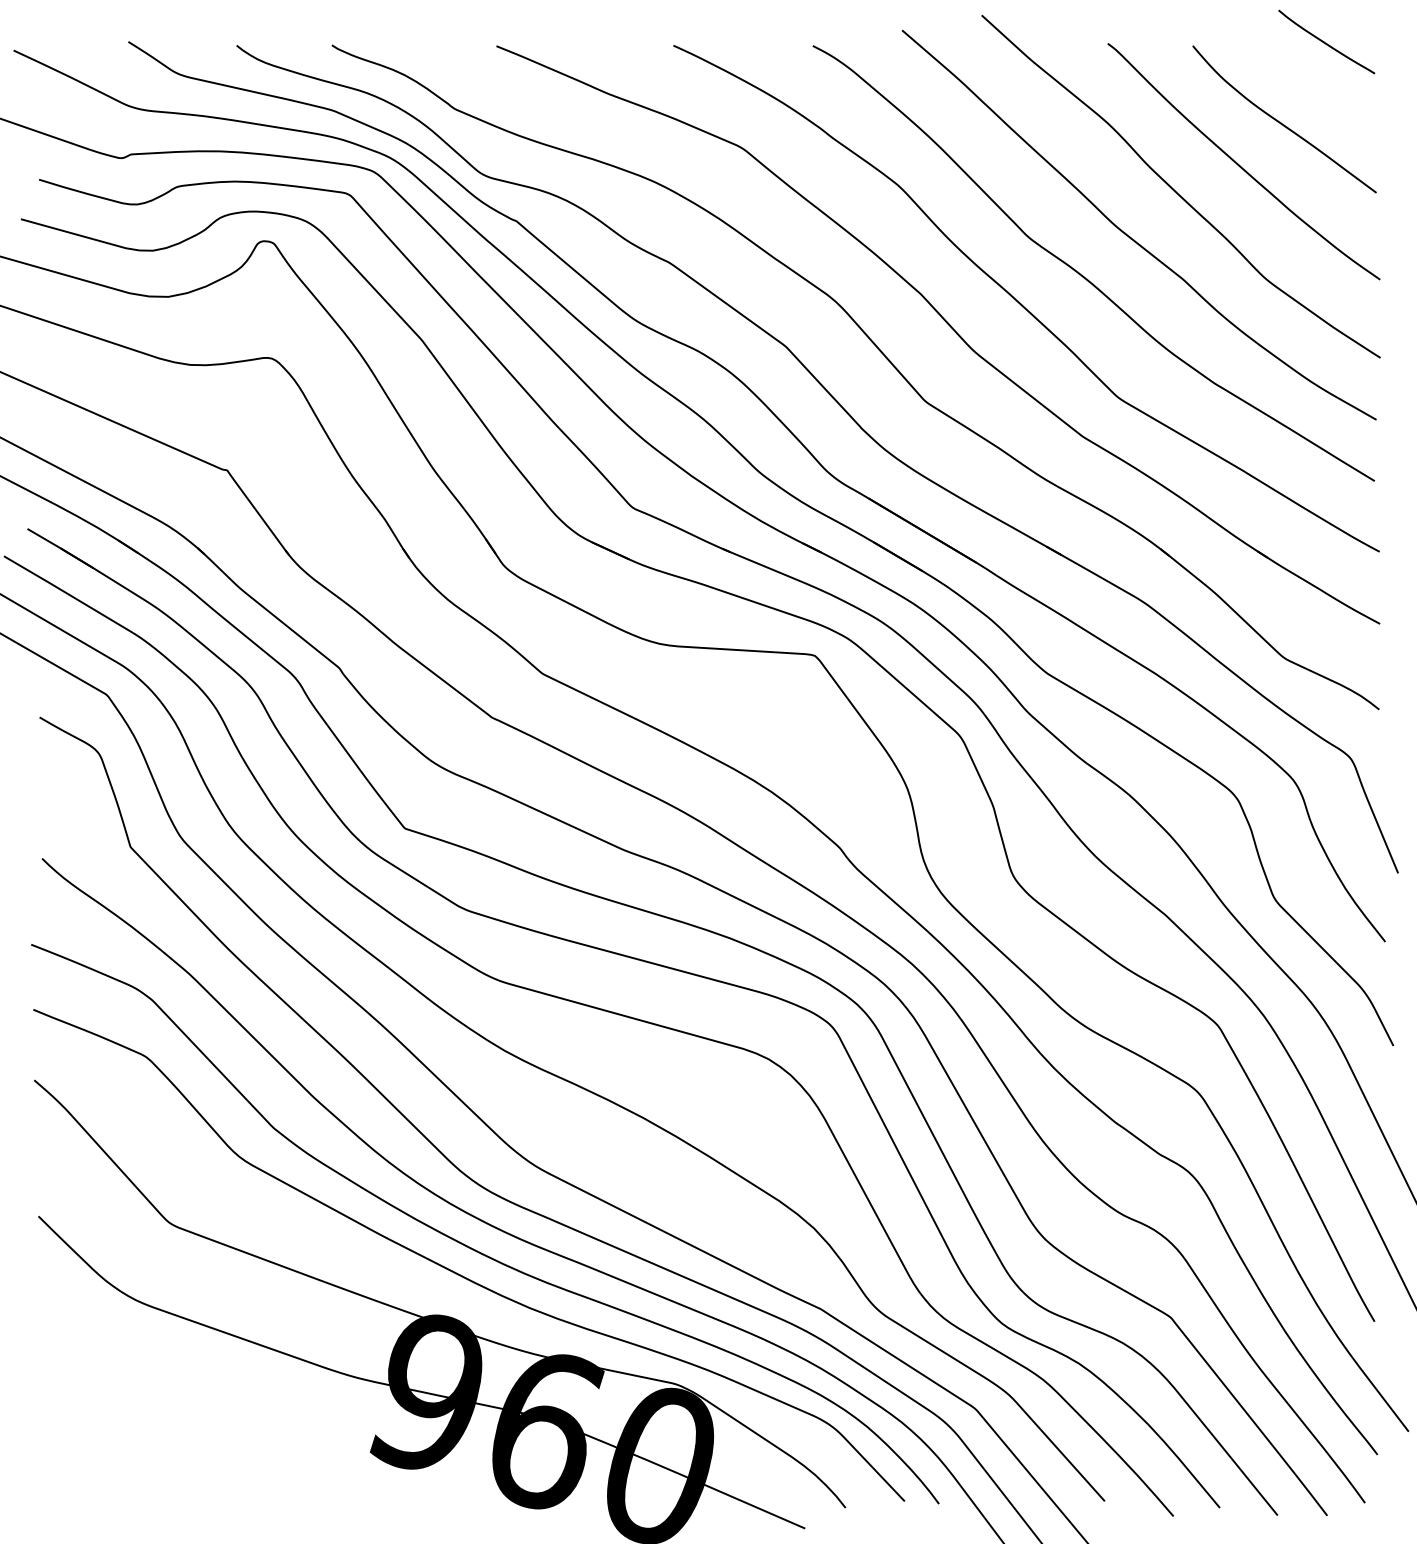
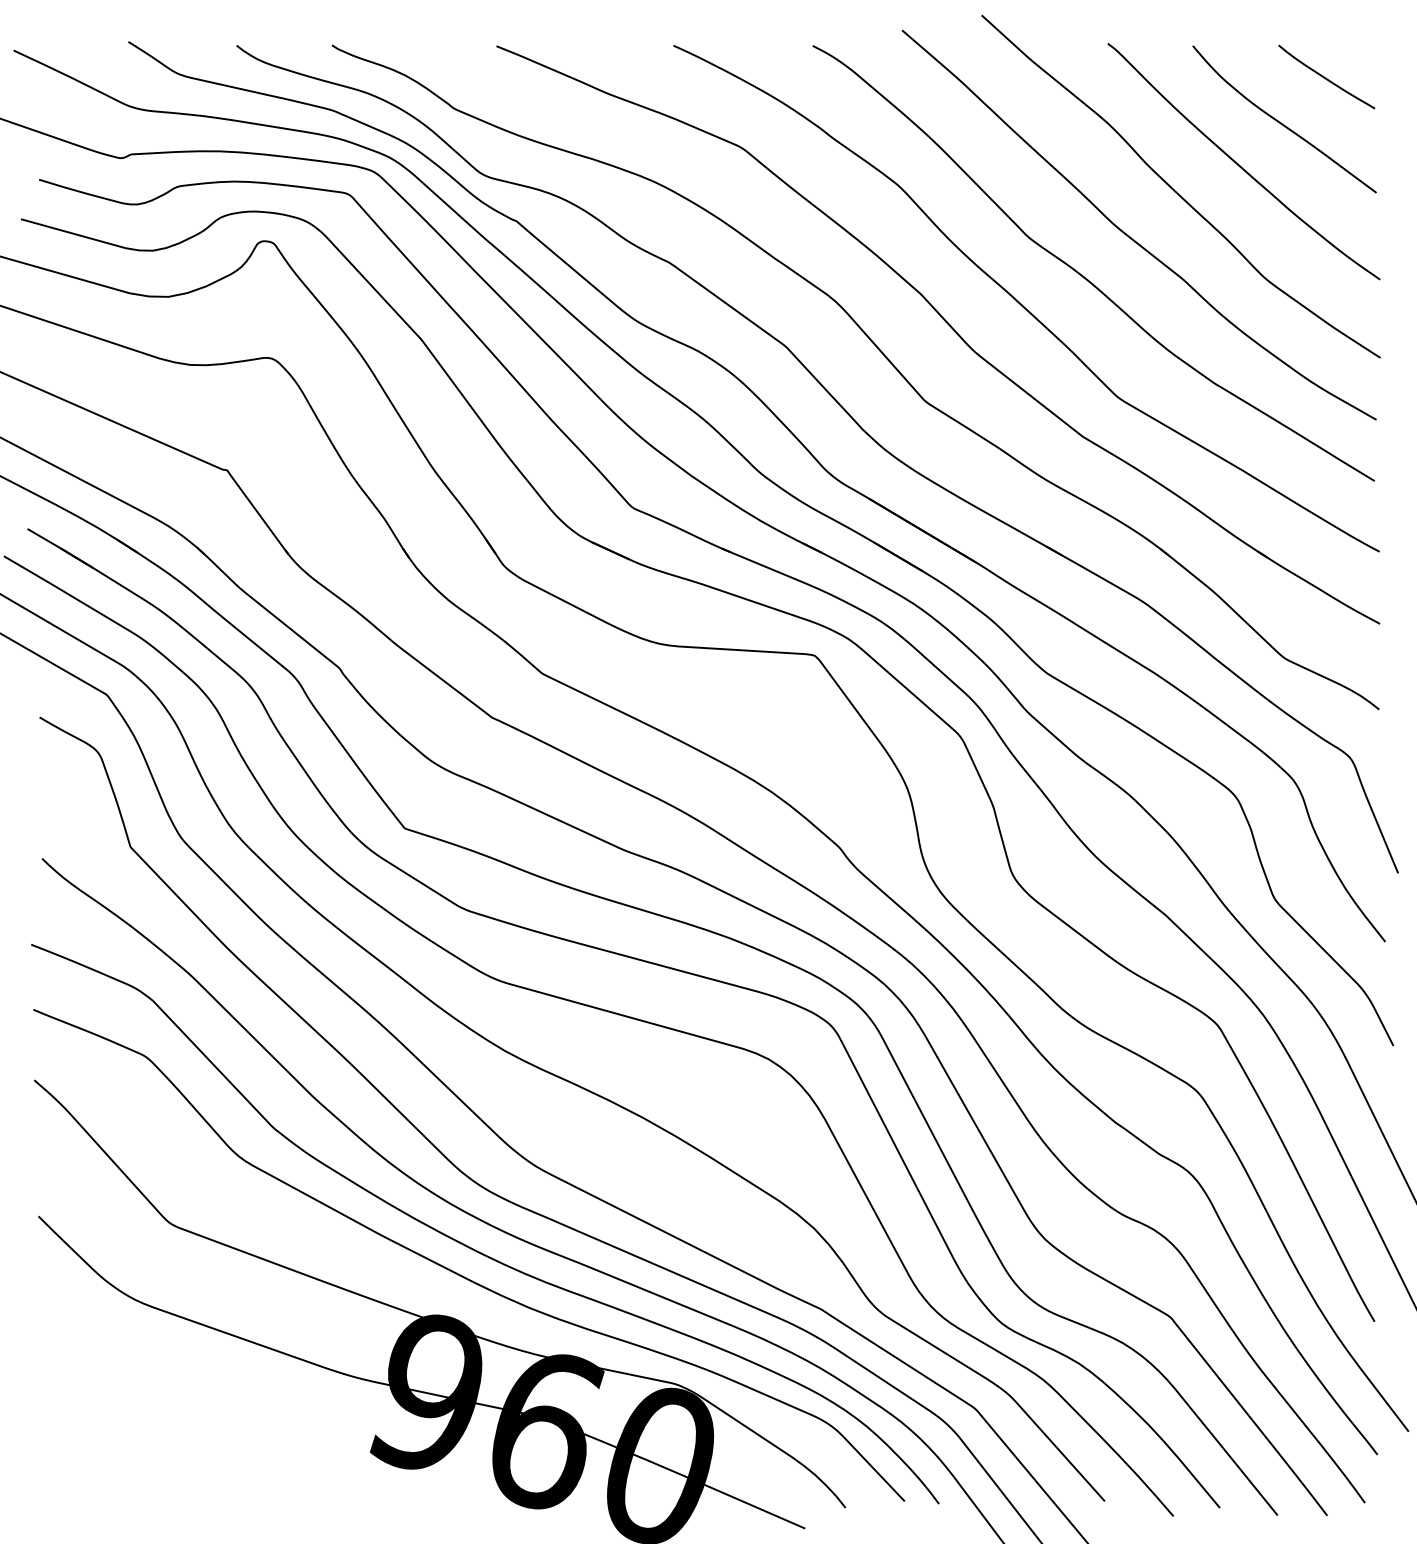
curve at (1326, 42) position: (1326, 42) -> (1326, 77)
